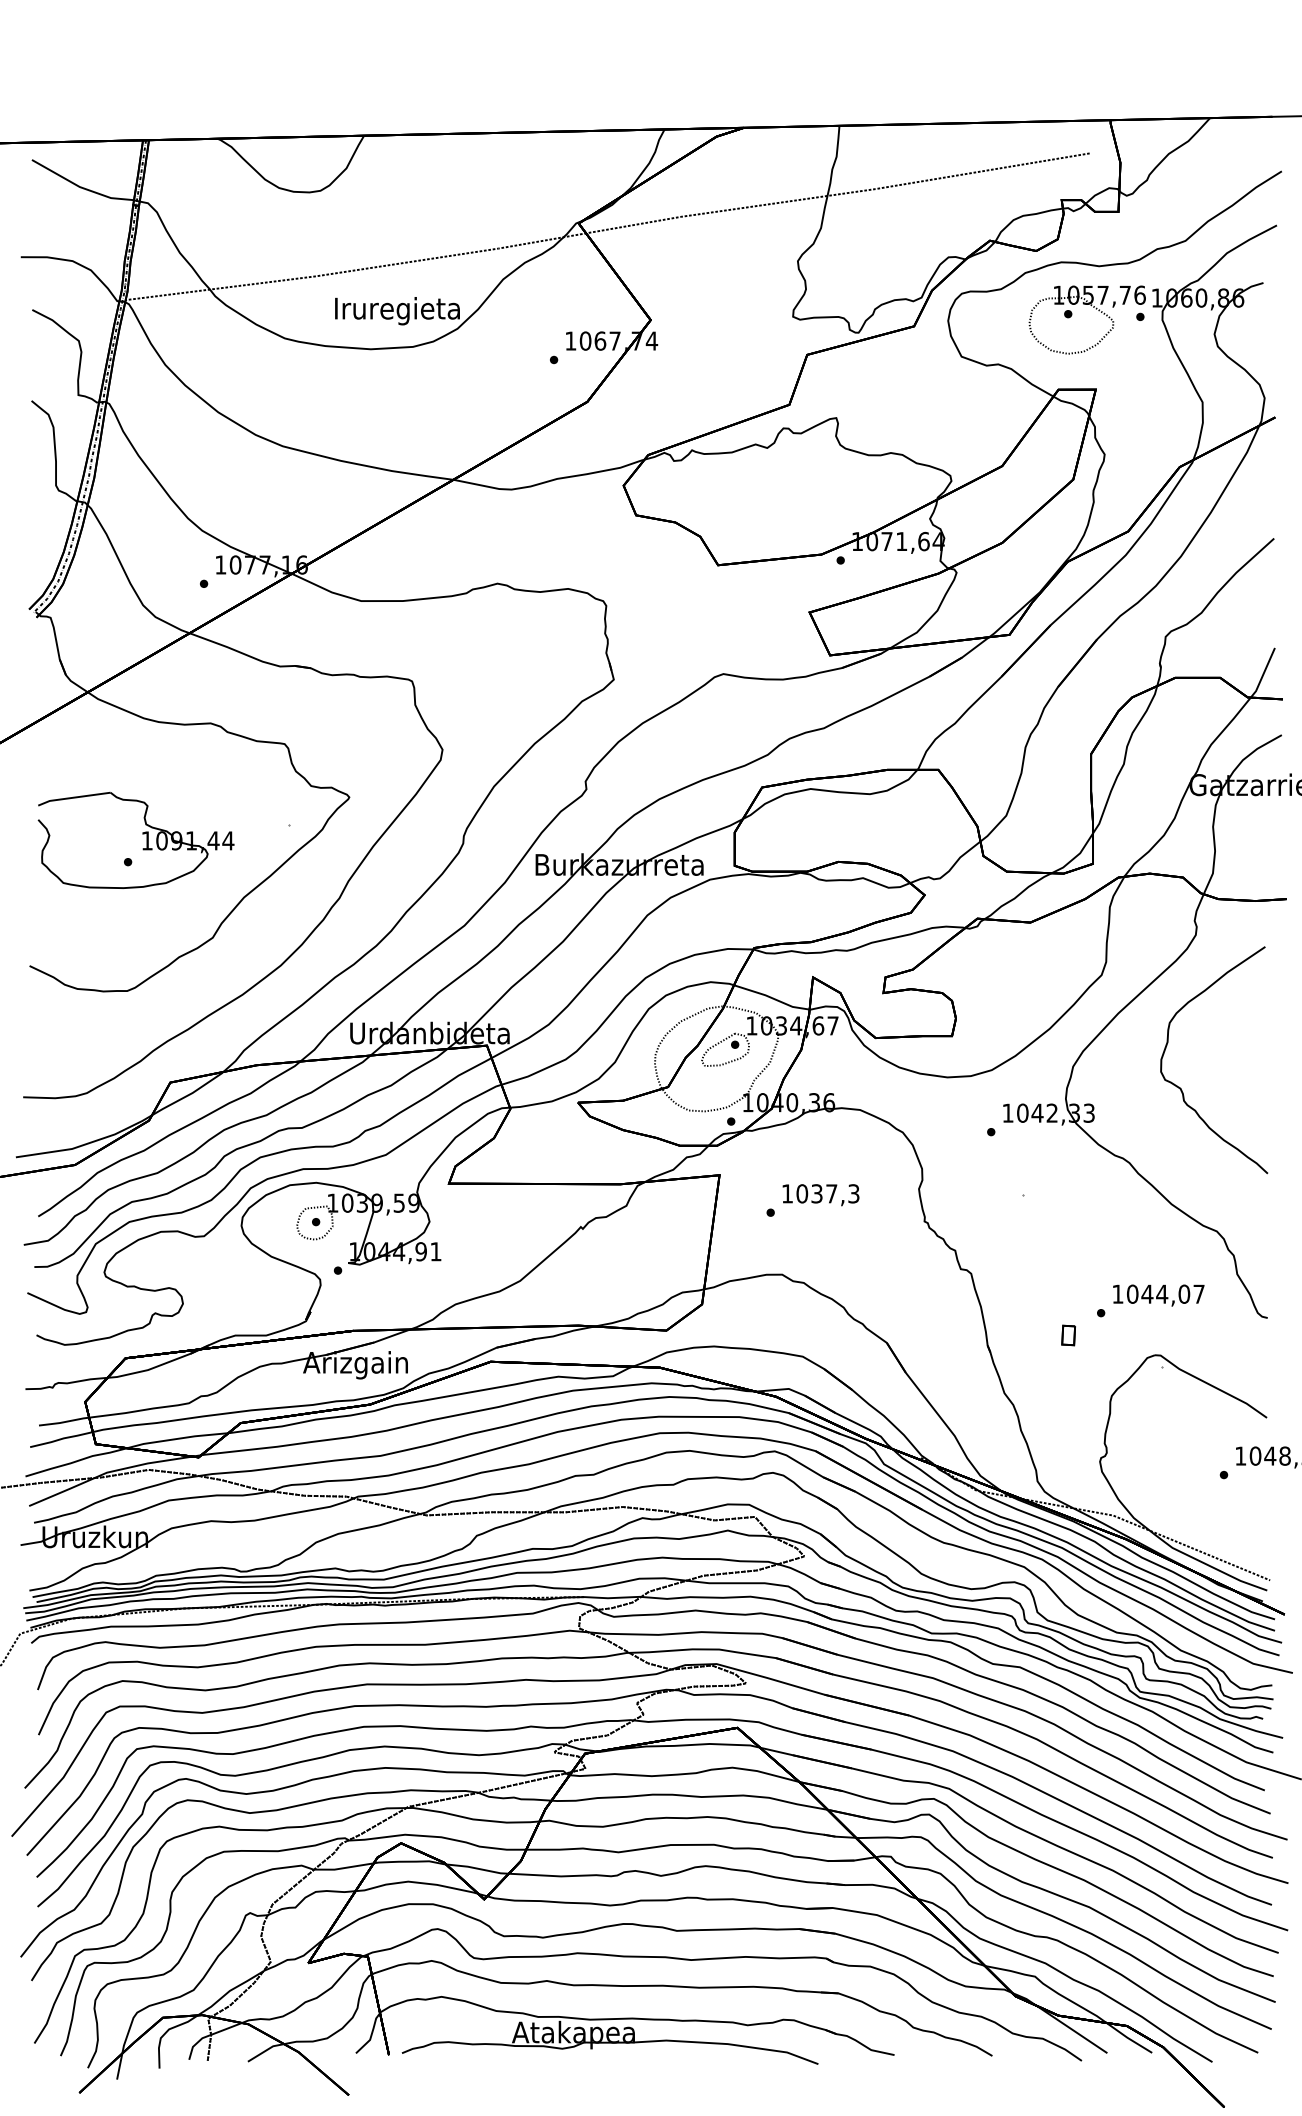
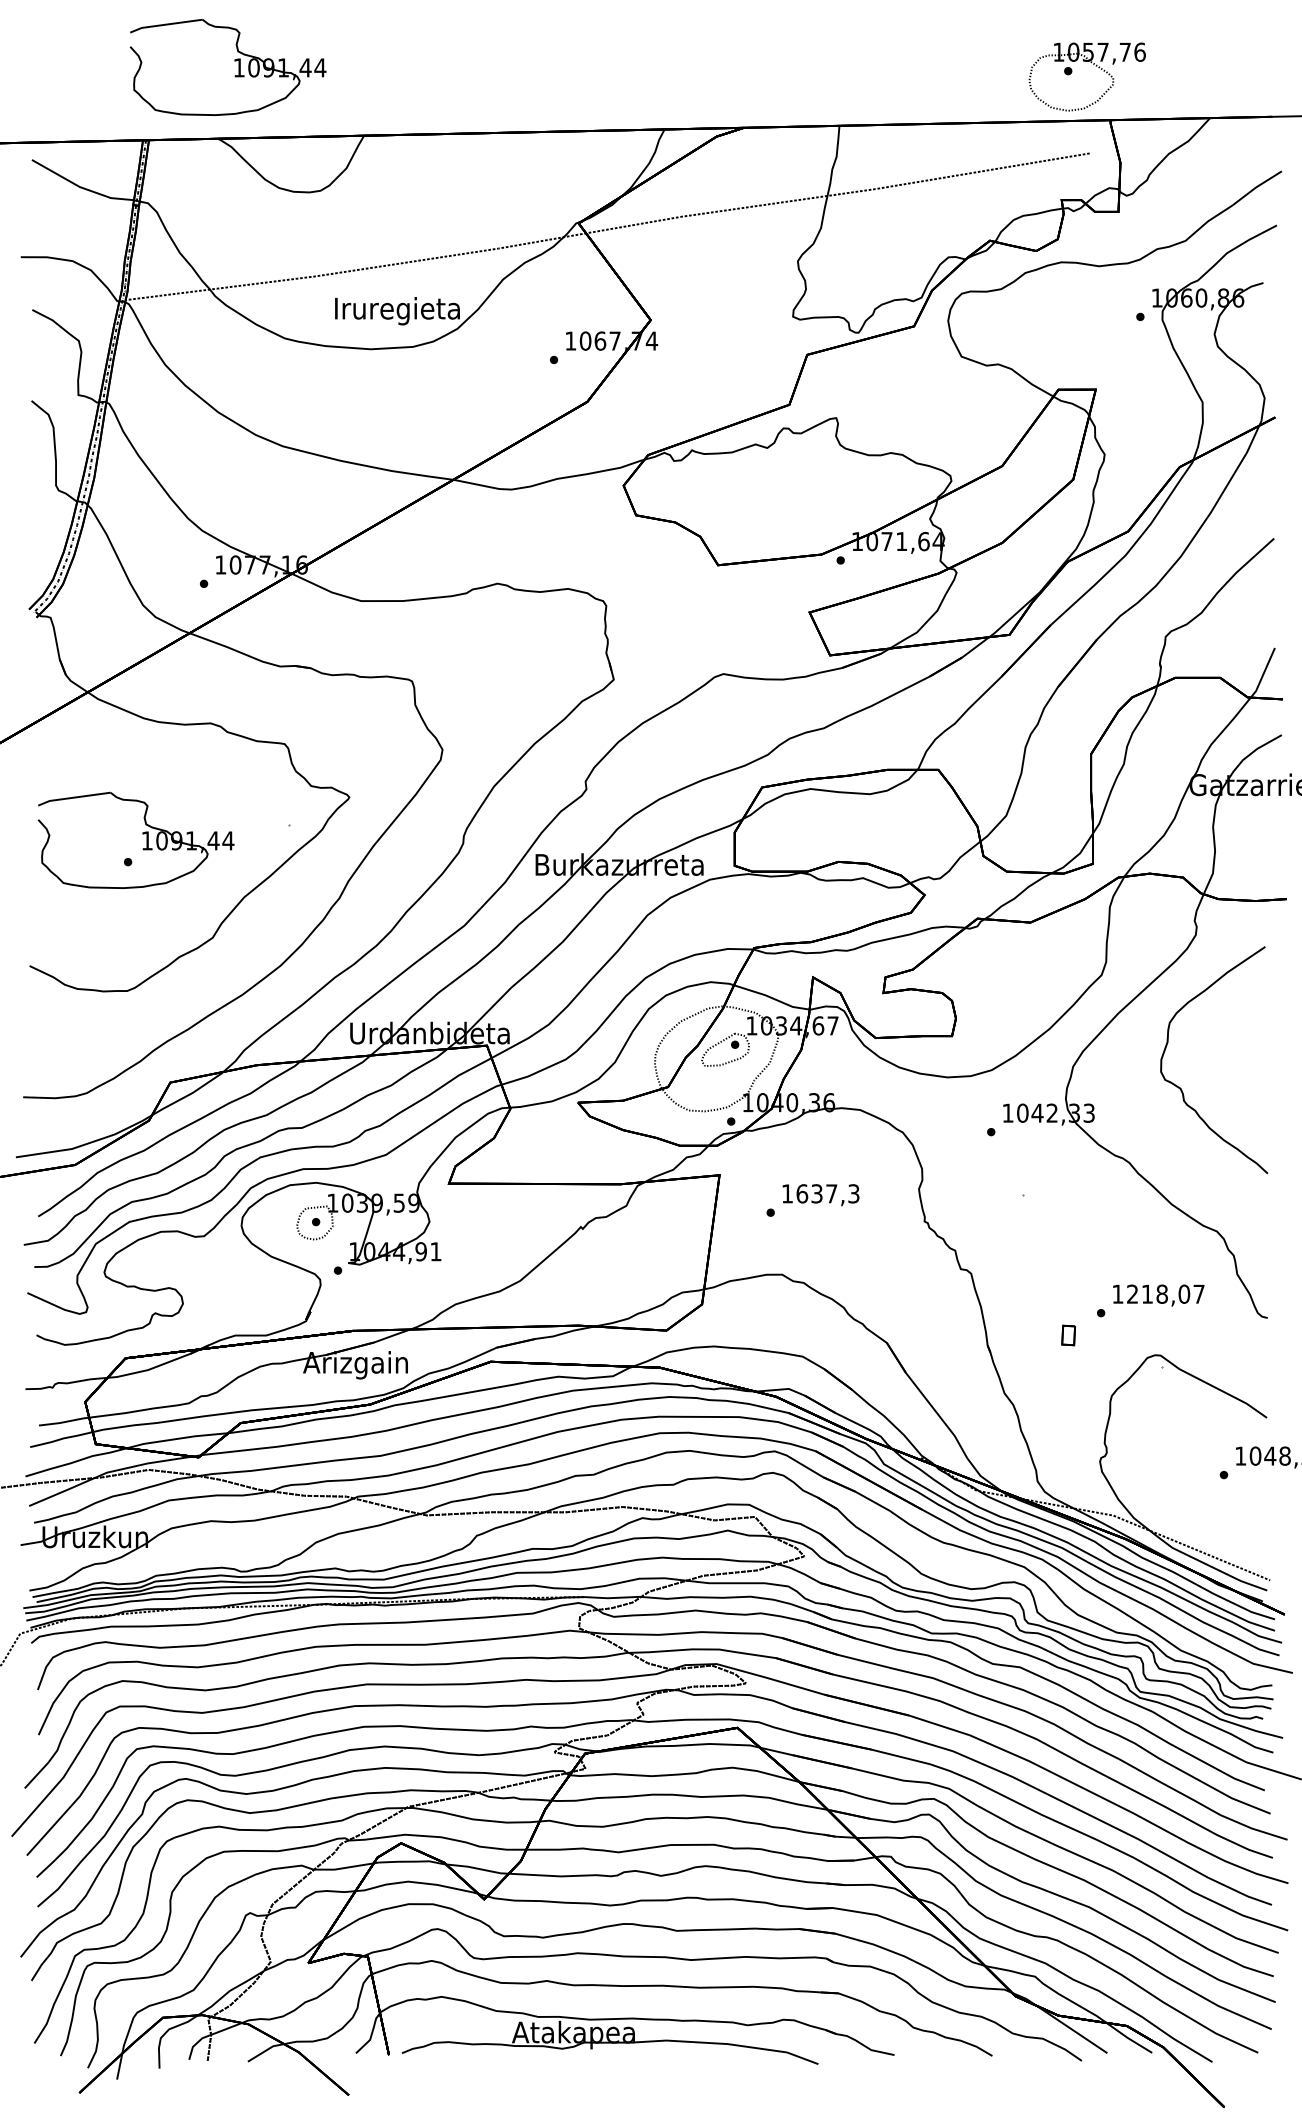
part at (234, 61): none -> present
part at (1093, 307) position: (1093, 307) -> (1093, 64)
text at (802, 1193): 1037,3 -> 1637,3
text at (1147, 1293): 1044,07 -> 1218,07
